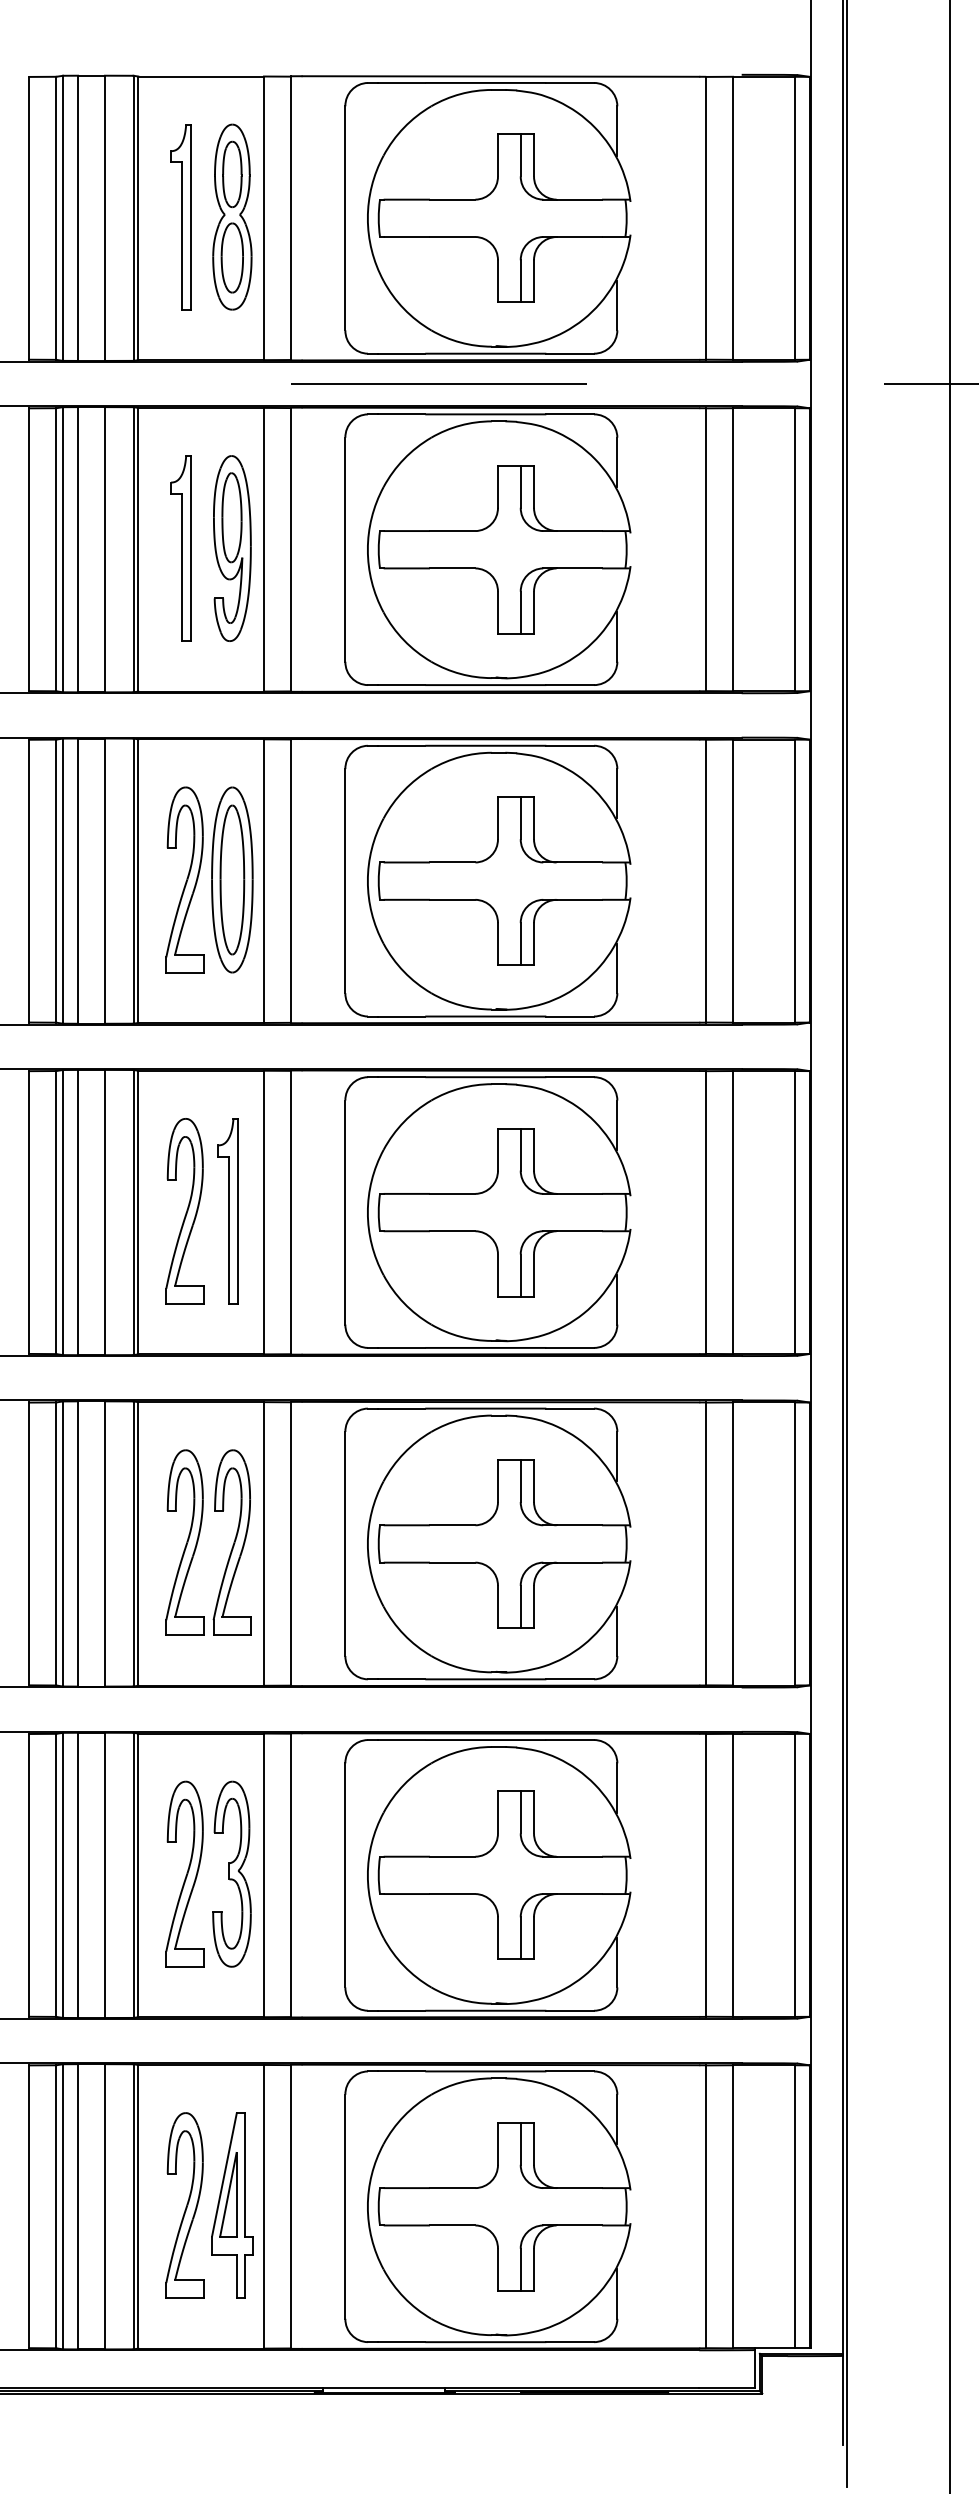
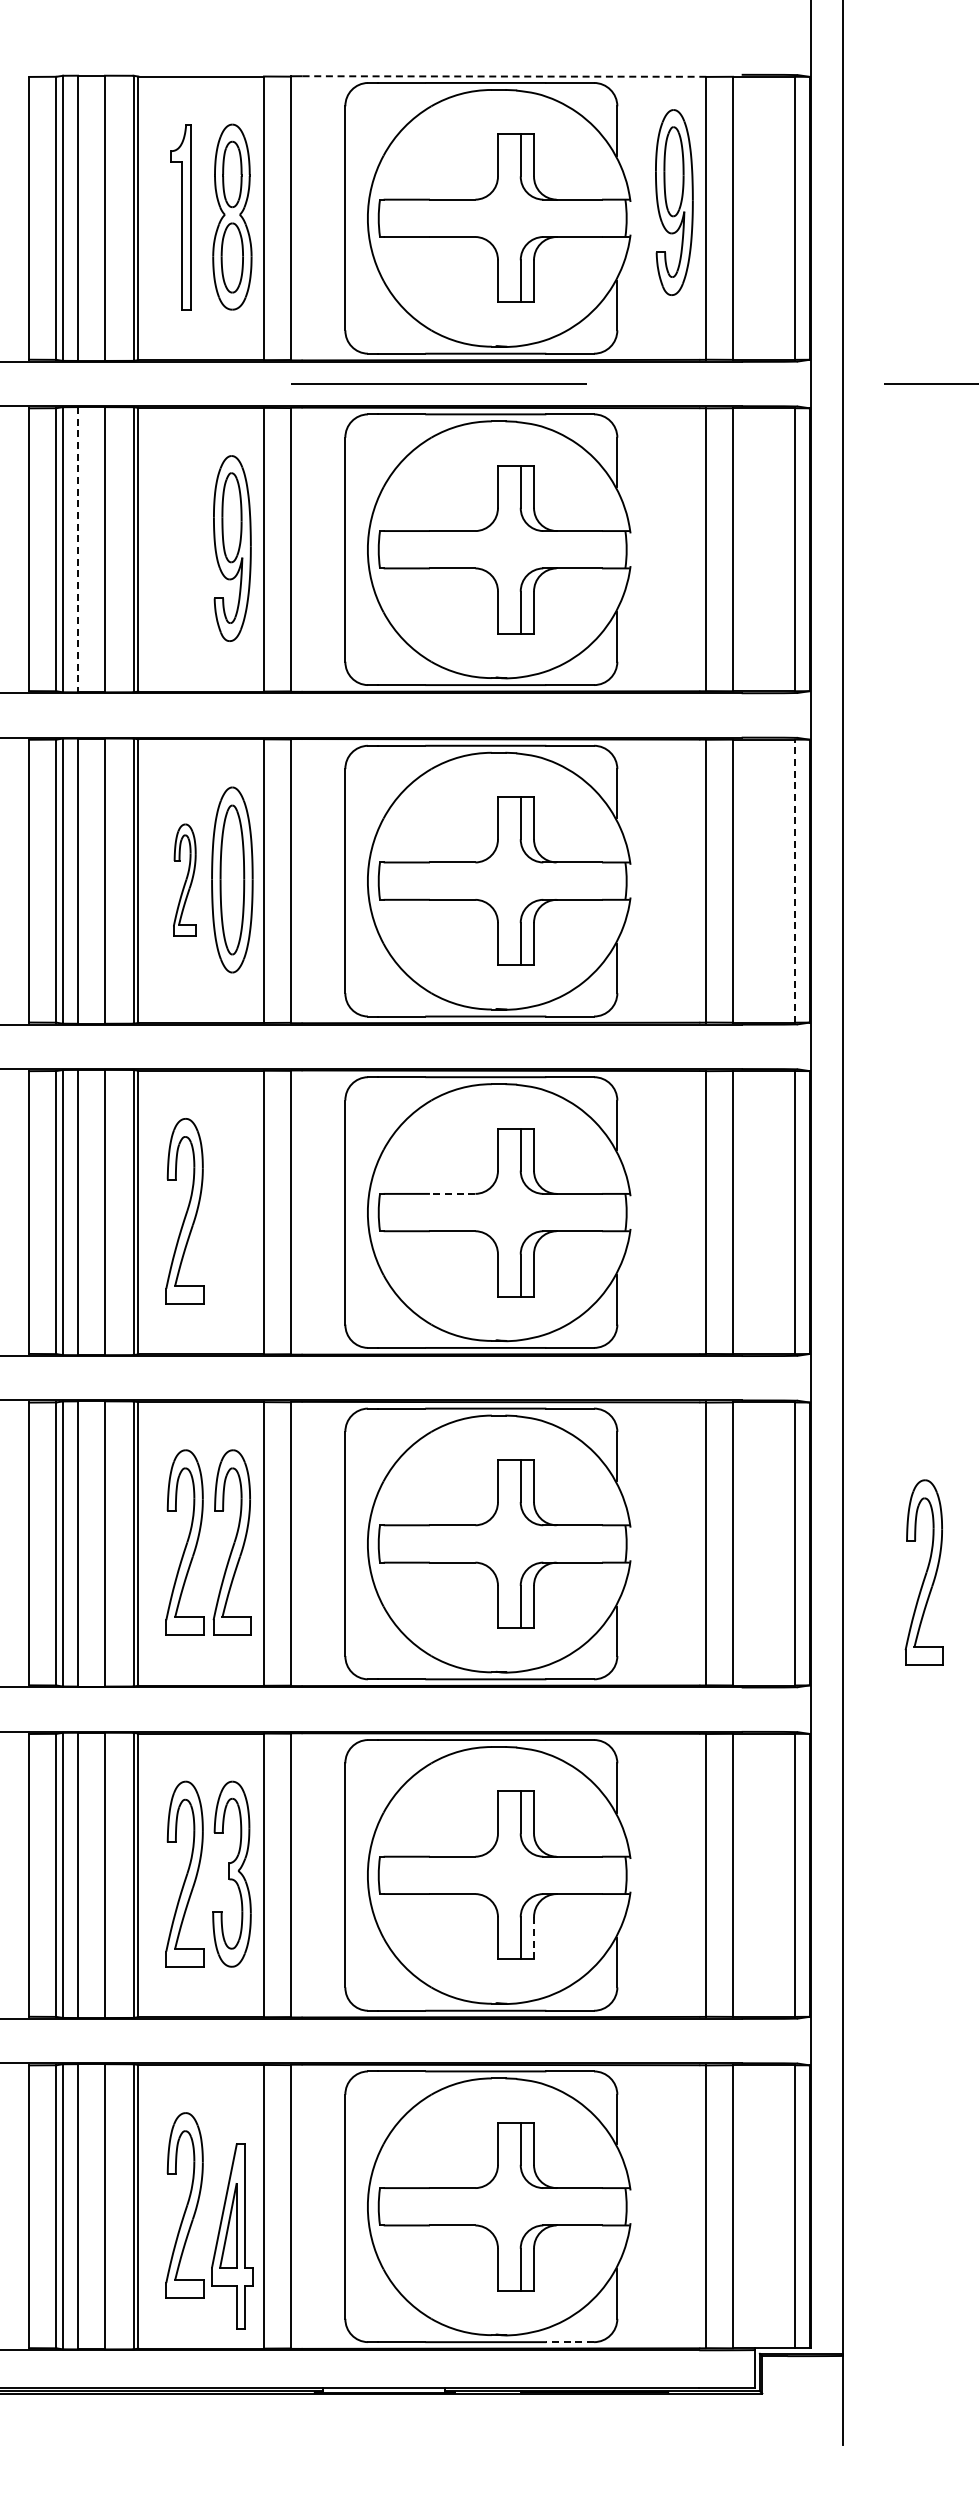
line at (501, 76): solid -> dashed
part at (674, 202): none -> present
part at (180, 548): present -> none
line at (78, 549): solid -> dashed
part at (184, 879) size: 40x188 px -> 24x114 px
line at (795, 881): solid -> dashed
line at (452, 1193): solid -> dashed
part at (227, 1211): present -> none
line at (846, 1244): present -> none
line at (949, 1246): present -> none
part at (923, 1572): none -> present
line at (534, 1937): solid -> dashed
part at (232, 2205) position: (232, 2205) -> (232, 2236)
line at (570, 2342): solid -> dashed
